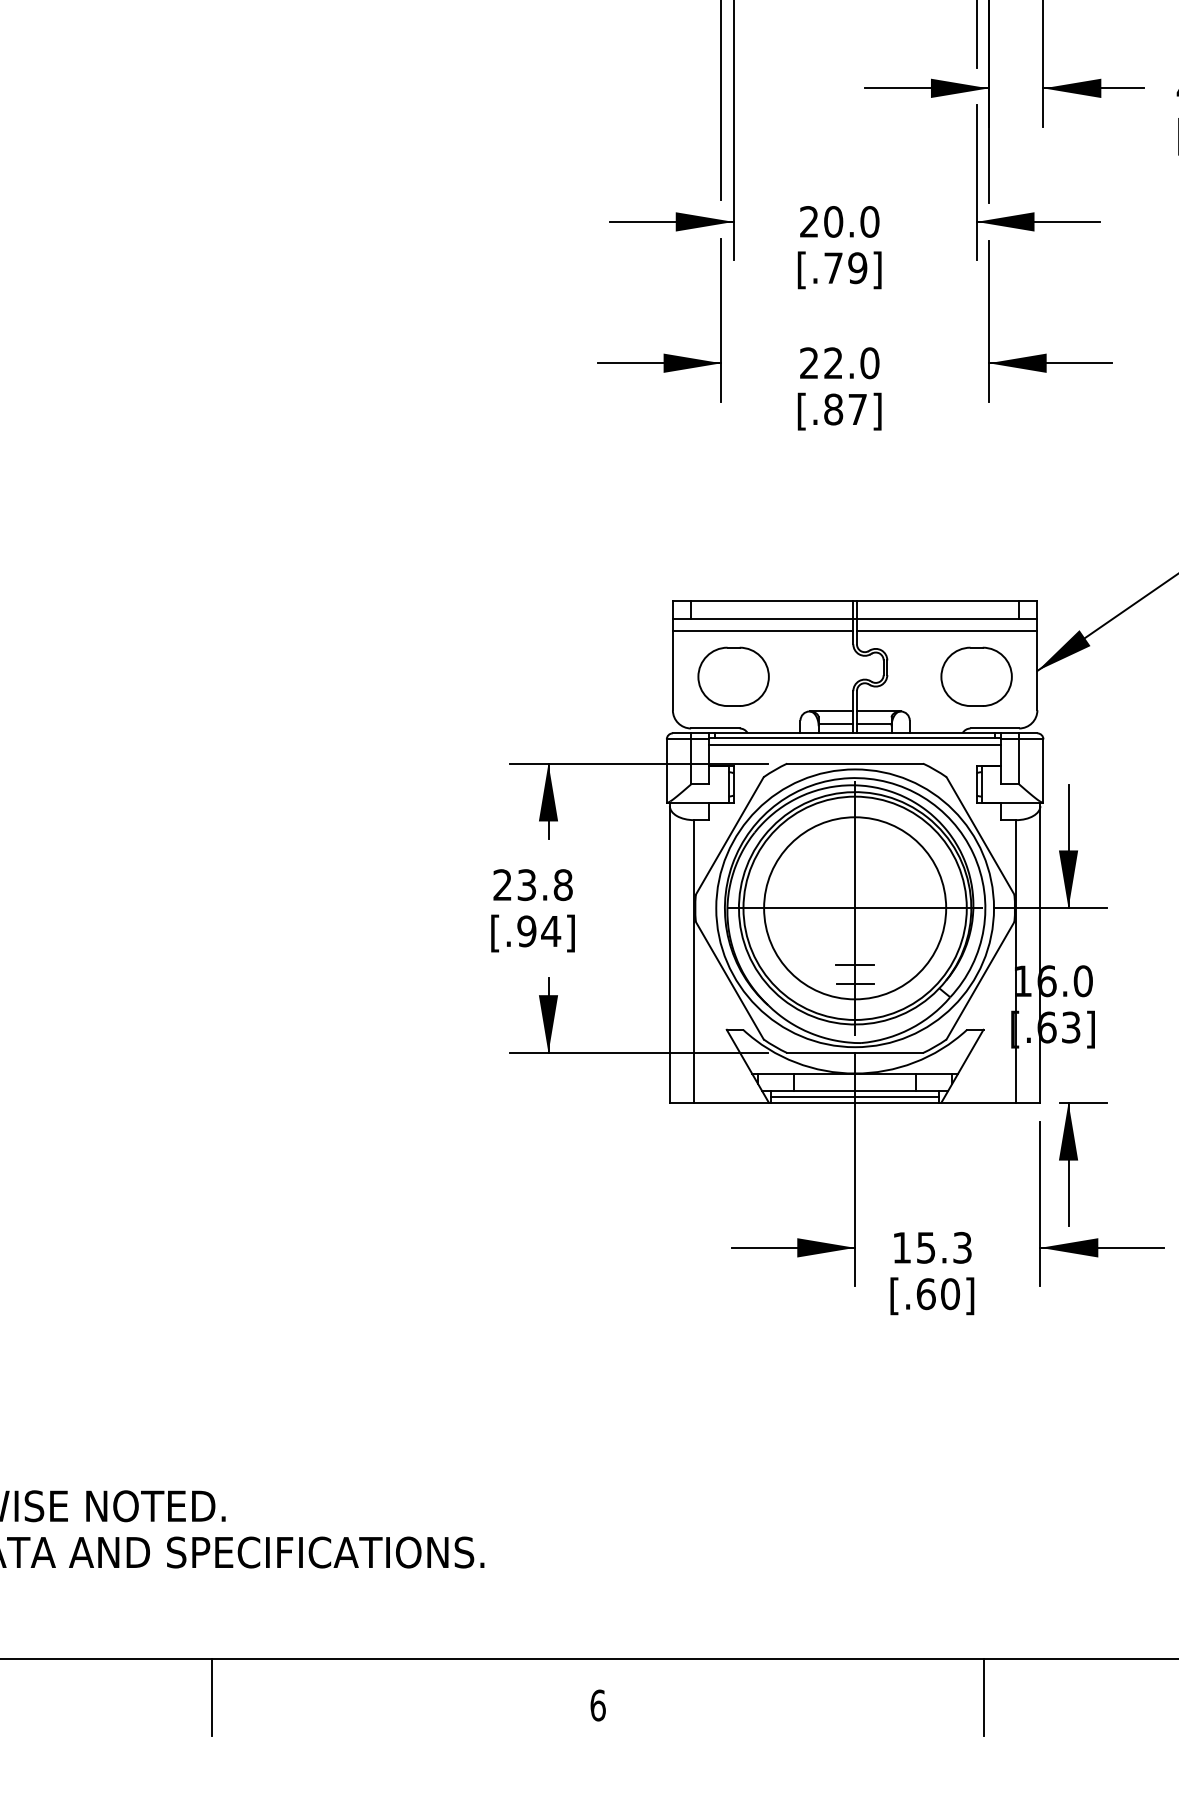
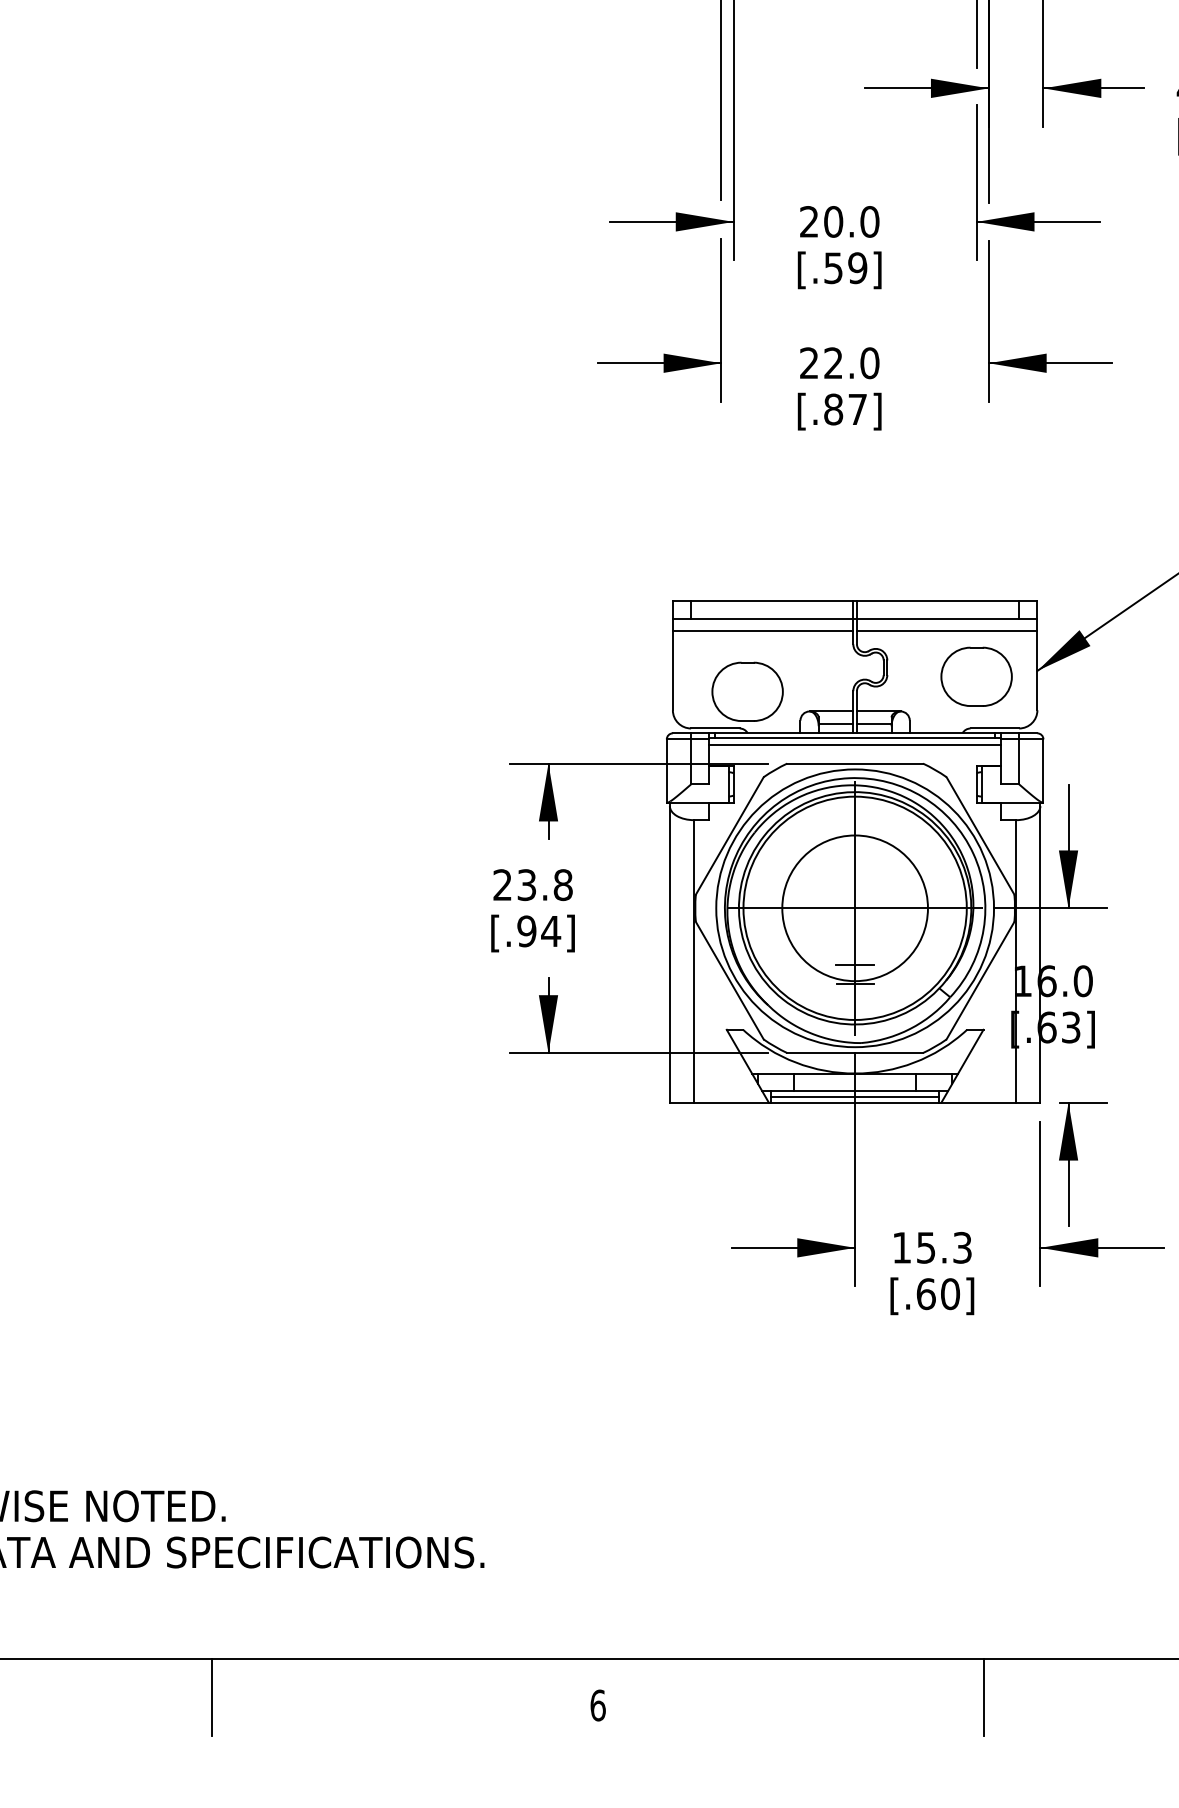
text at (833, 268): [.79] -> [.59]
part at (733, 676) position: (733, 676) -> (747, 691)
circle at (855, 908) diameter: 182 px -> 146 px
